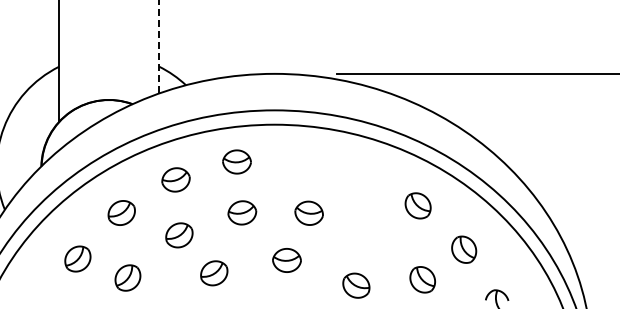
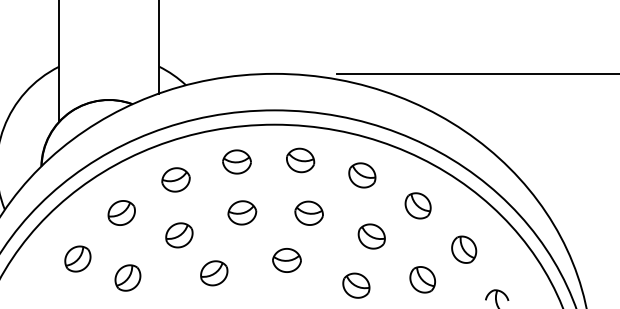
line at (159, 47): dashed -> solid
part at (300, 160): none -> present
part at (362, 175): none -> present
part at (371, 236): none -> present
